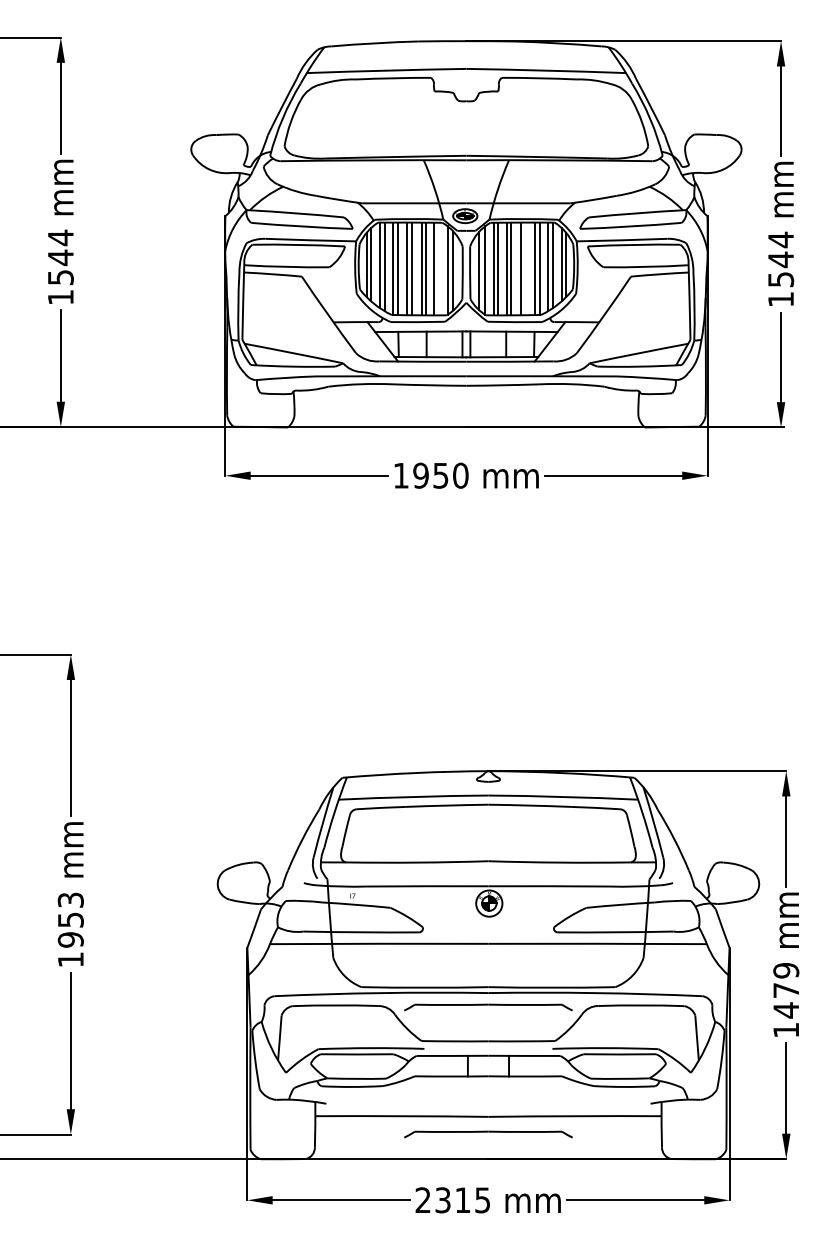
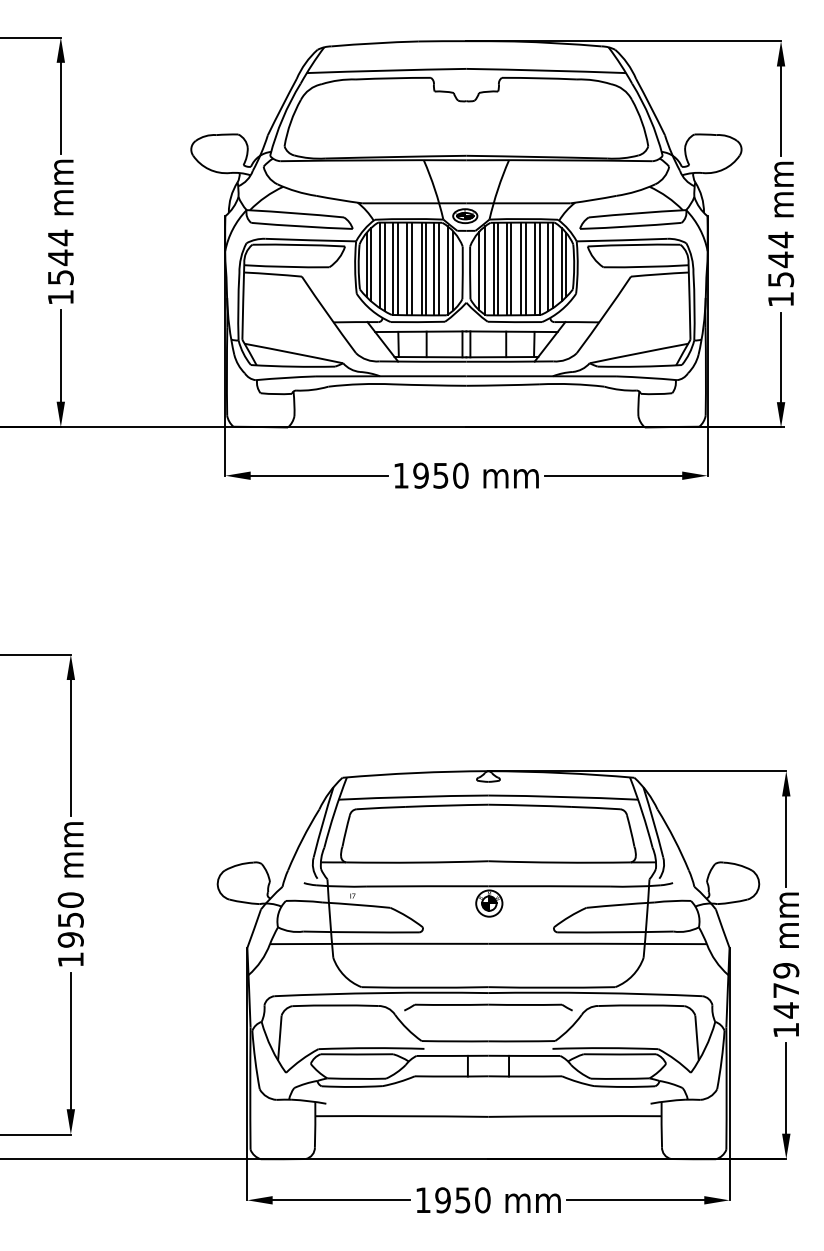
line at (439, 268): none -> present
line at (525, 268): none -> present
text at (70, 899): 1953 -> 1950
part at (488, 1134): present -> none
text at (452, 1200): 2315 -> 1950
